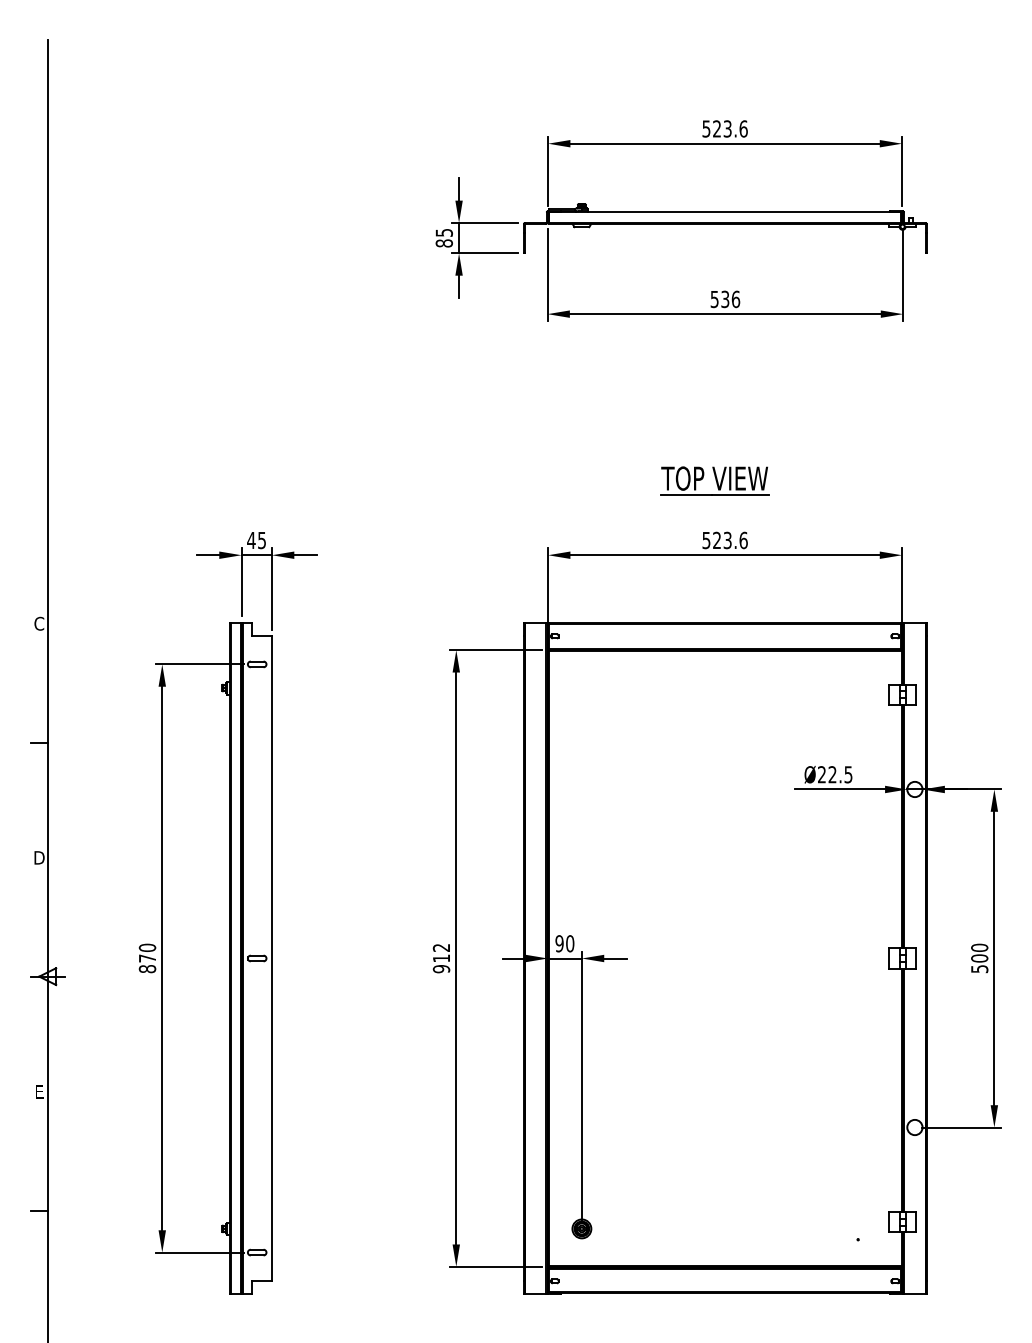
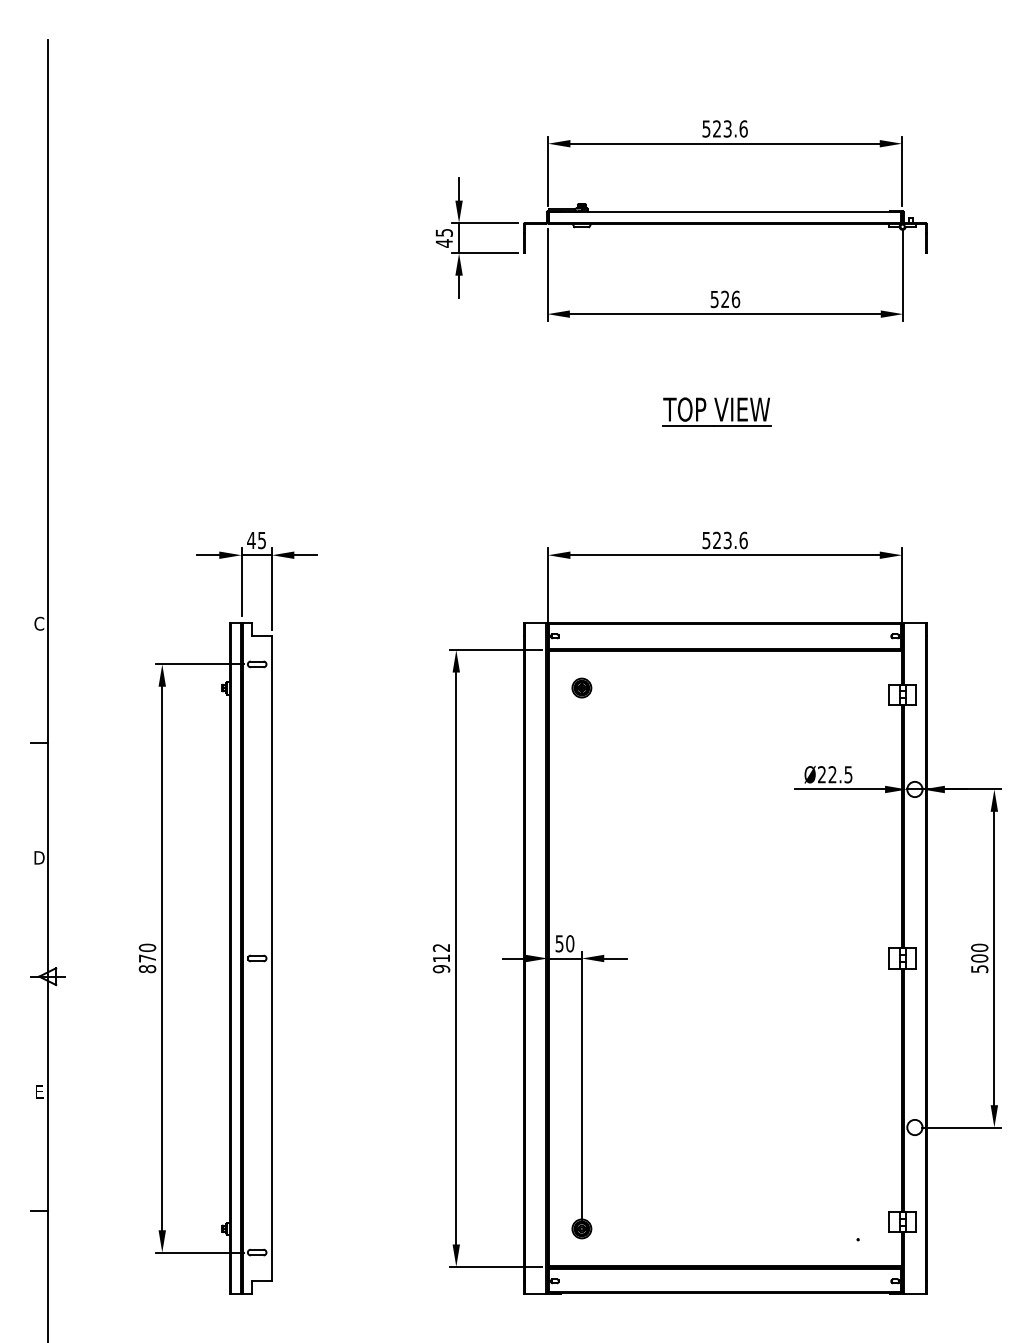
text at (444, 243): 85 -> 45
text at (725, 299): 536 -> 526
part at (714, 480) position: (714, 480) -> (716, 411)
part at (581, 687): none -> present
text at (559, 943): 90 -> 50
